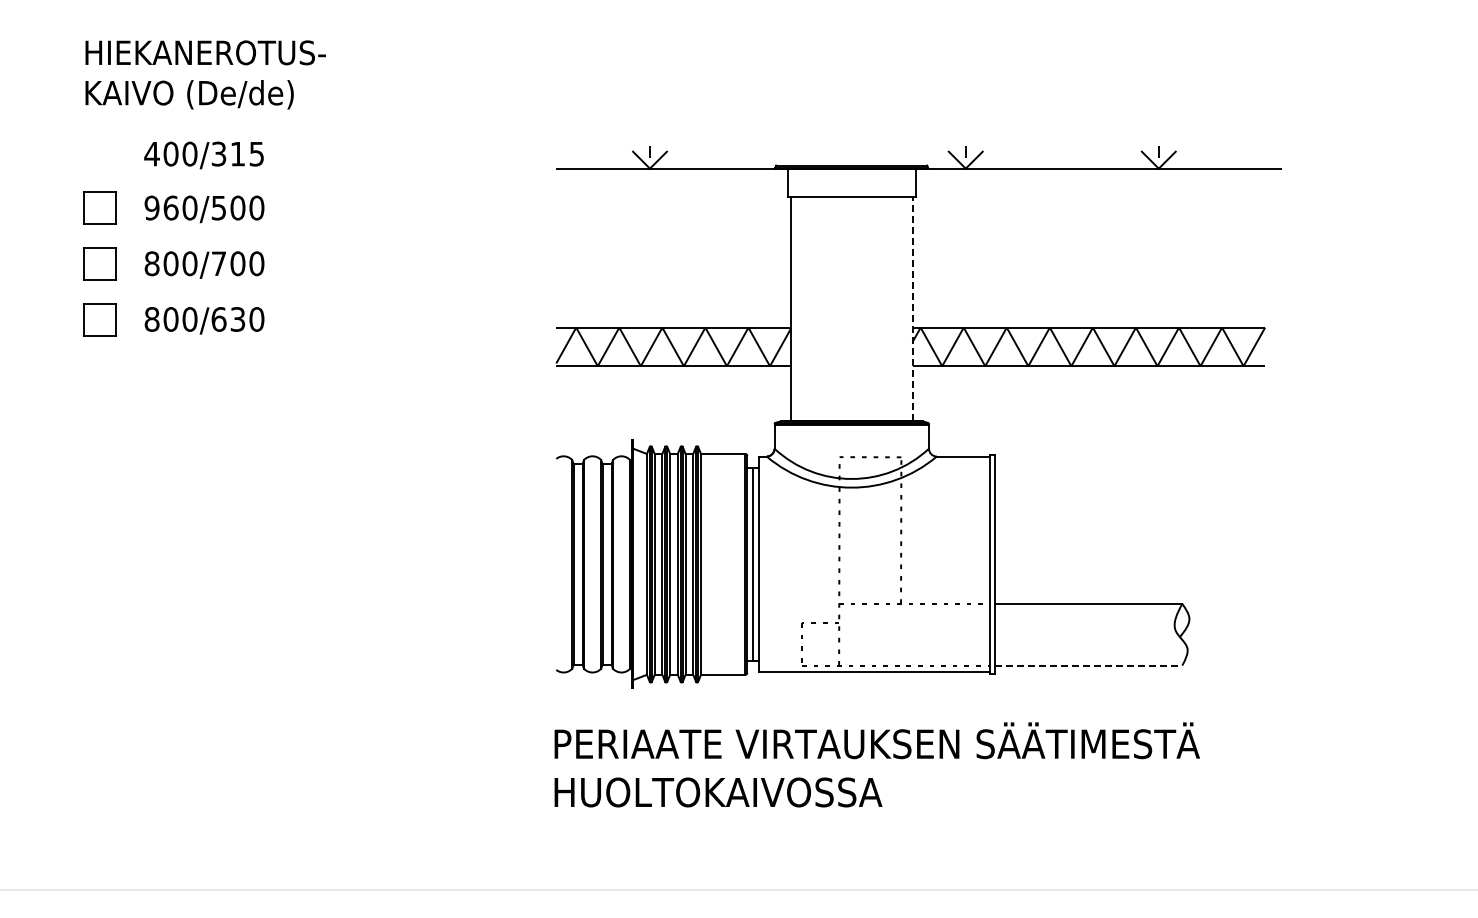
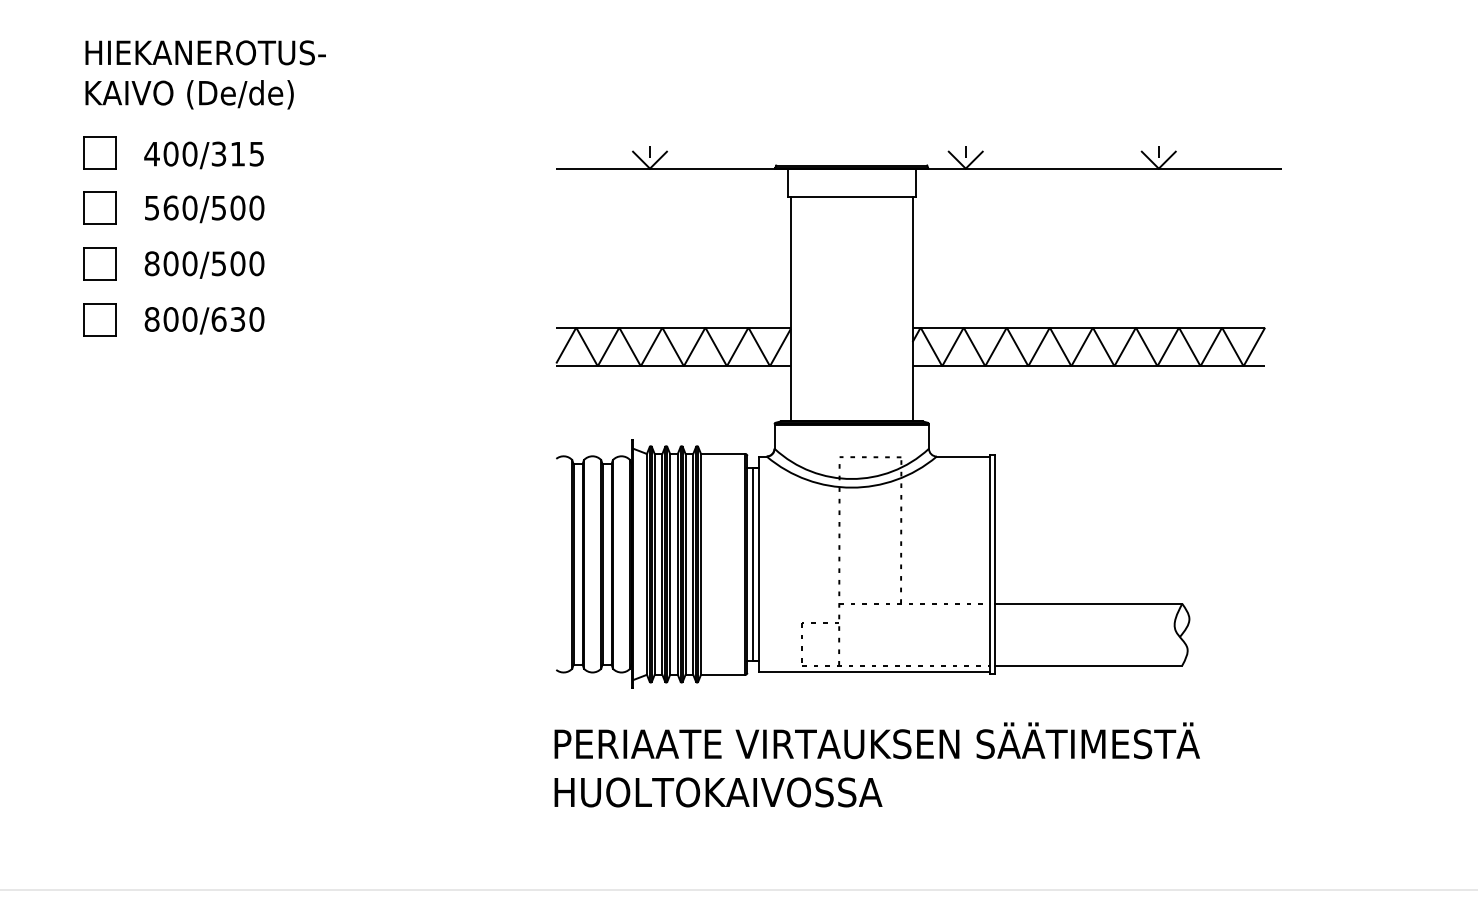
part at (99, 152): none -> present
text at (151, 207): 960/500 -> 560/500
text at (218, 263): 800/700 -> 800/500
line at (912, 308): dashed -> solid
line at (1088, 665): dashed -> solid
